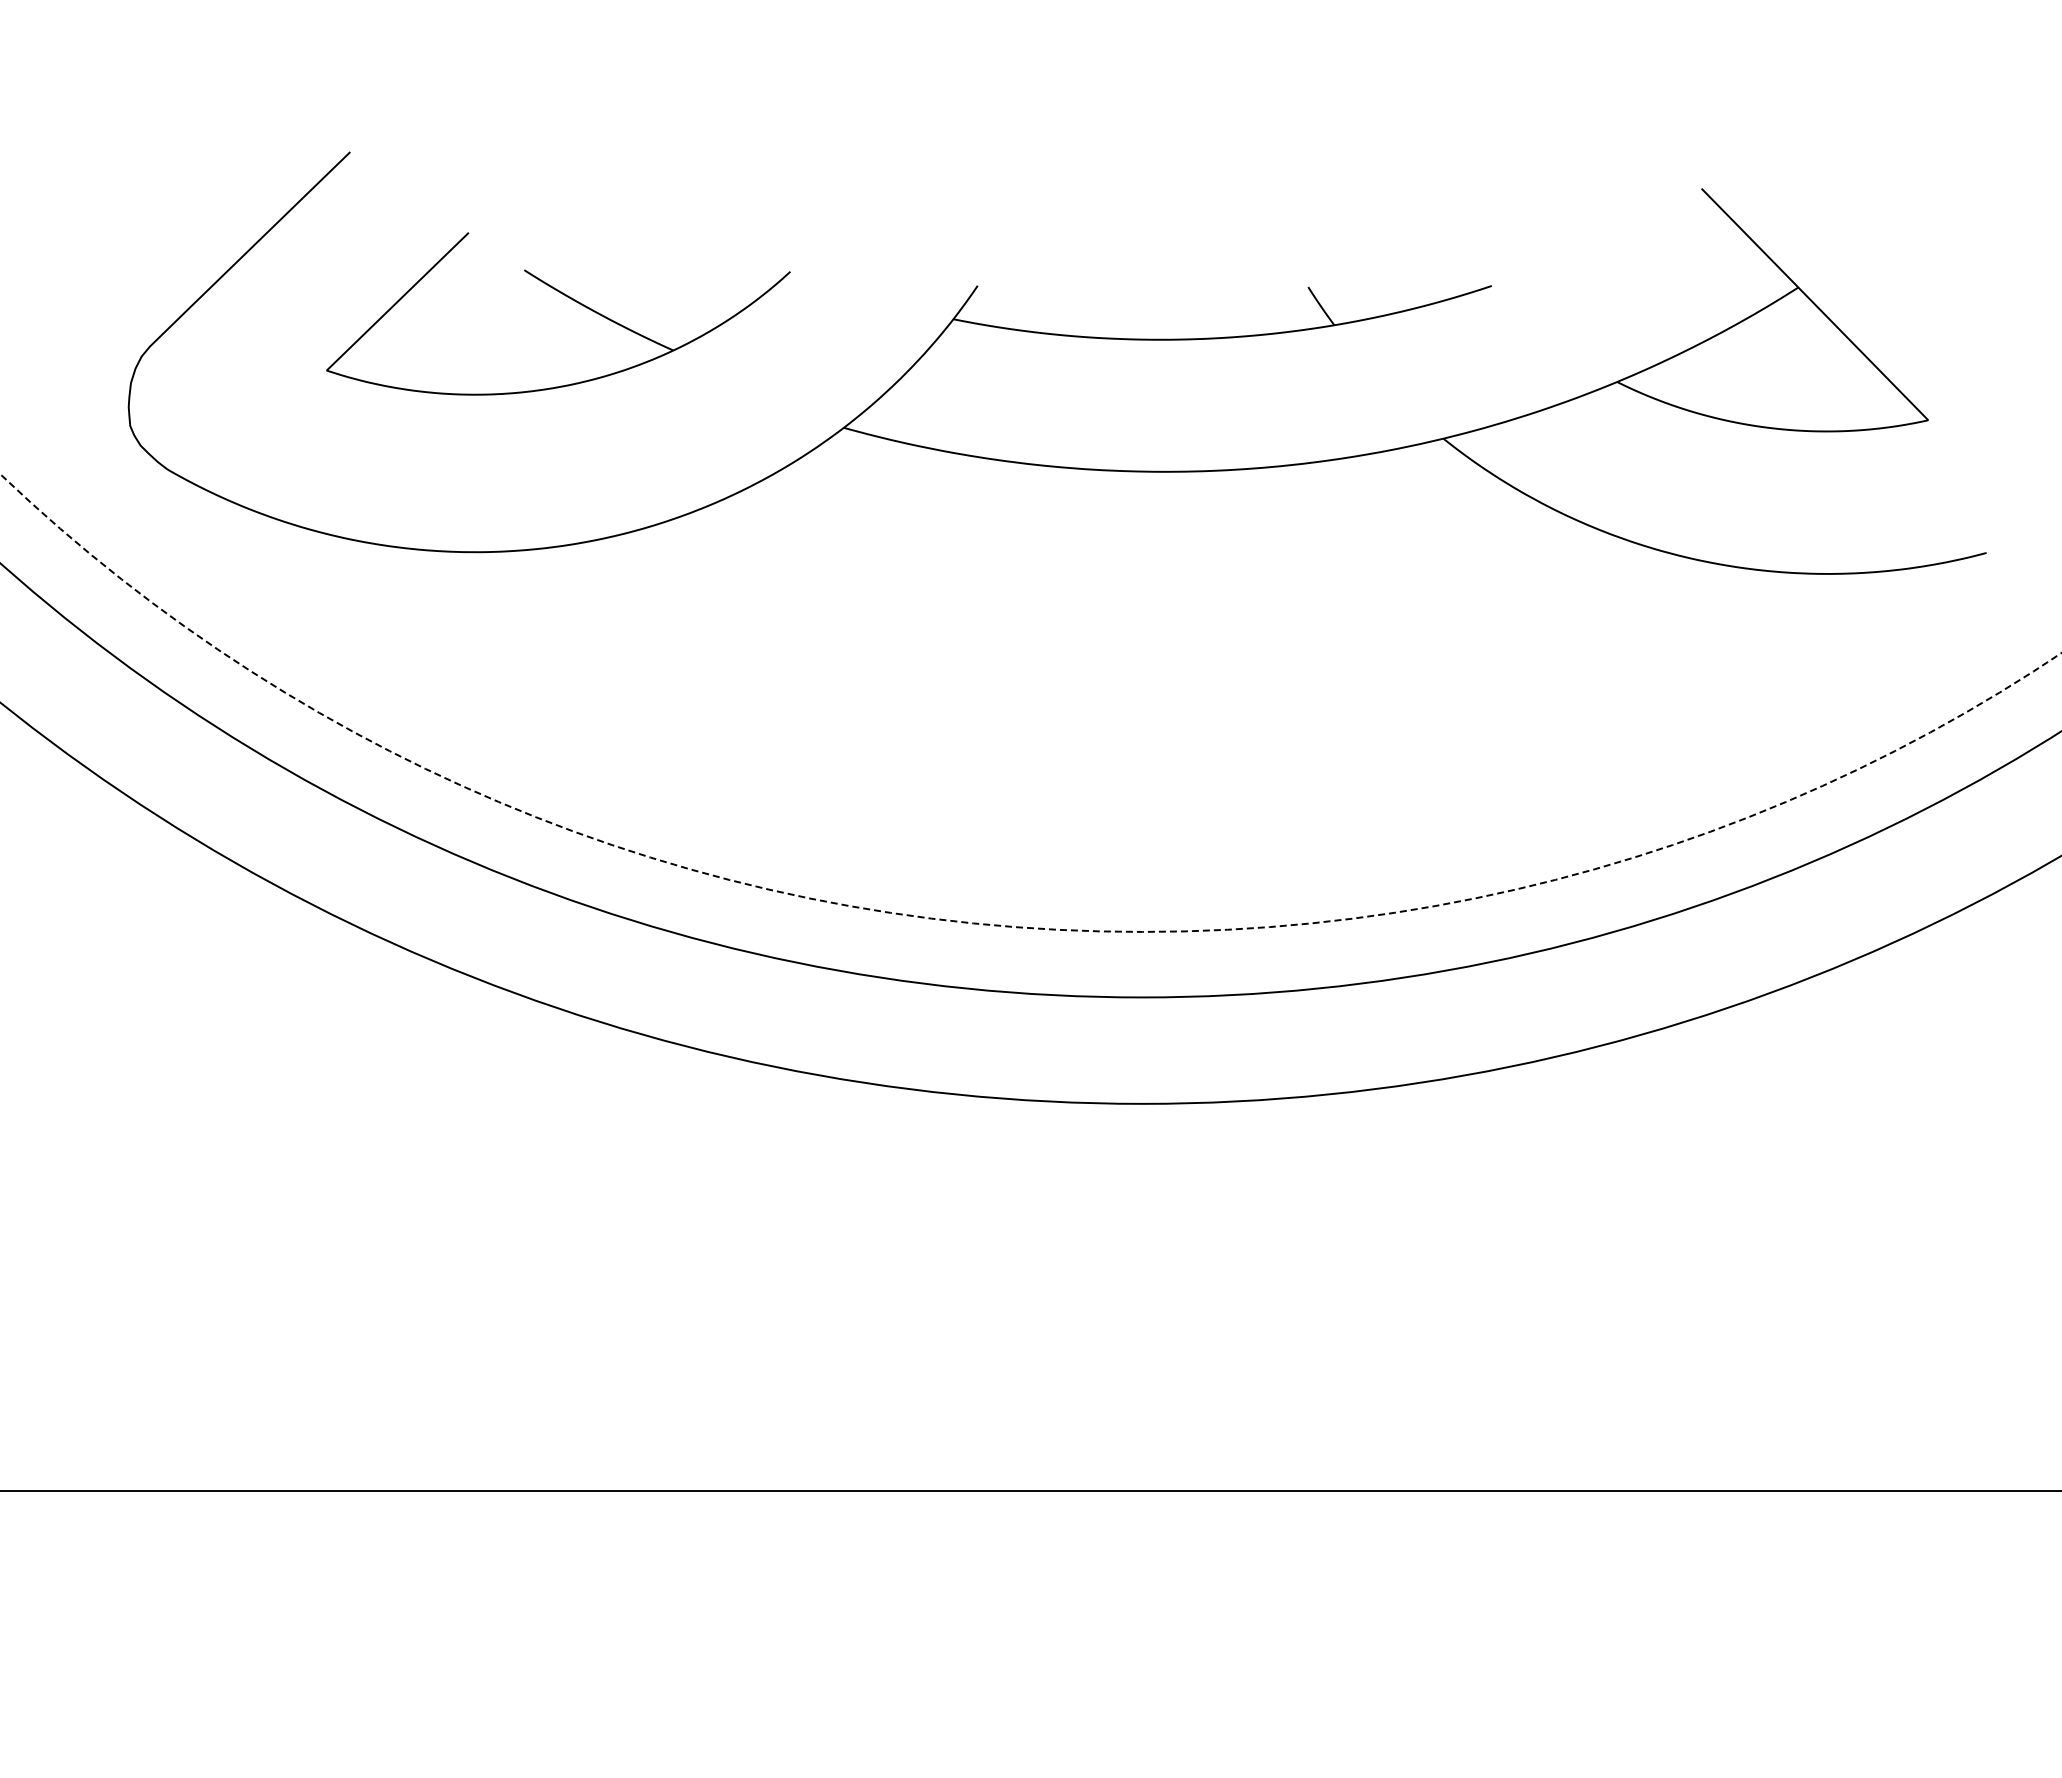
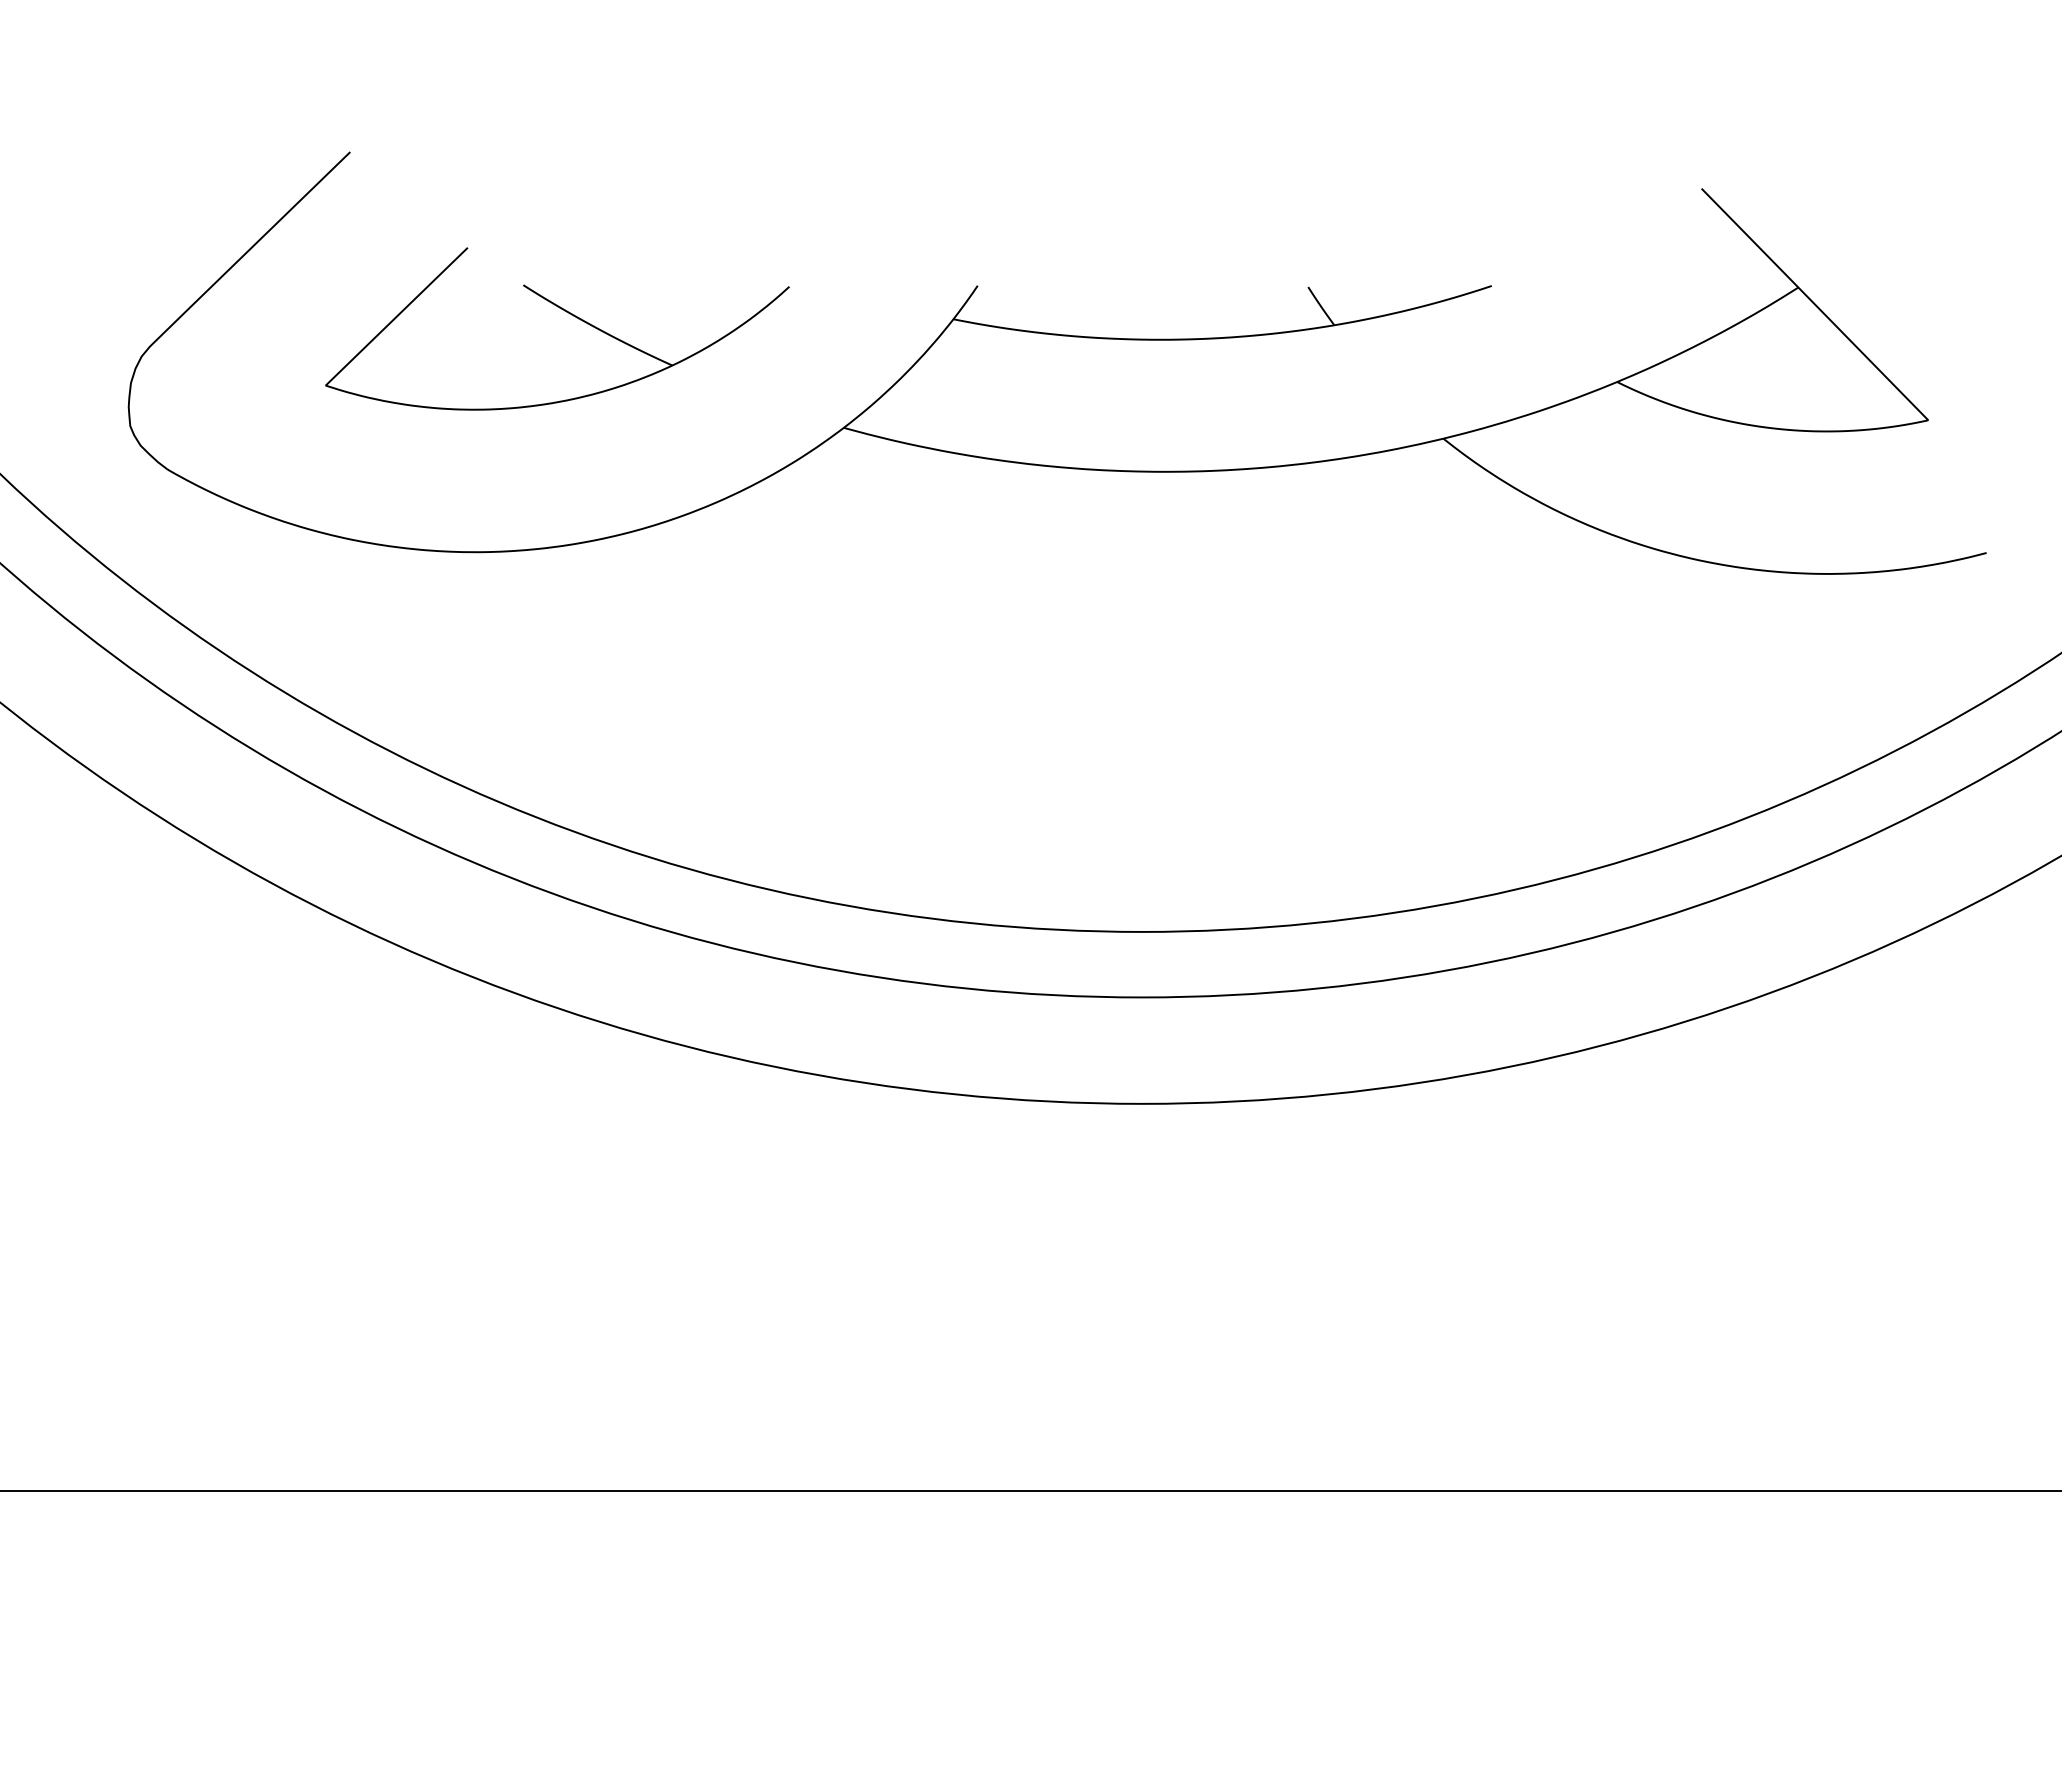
part at (567, 297) position: (567, 297) -> (566, 312)
circle at (1030, 702): dashed -> solid
